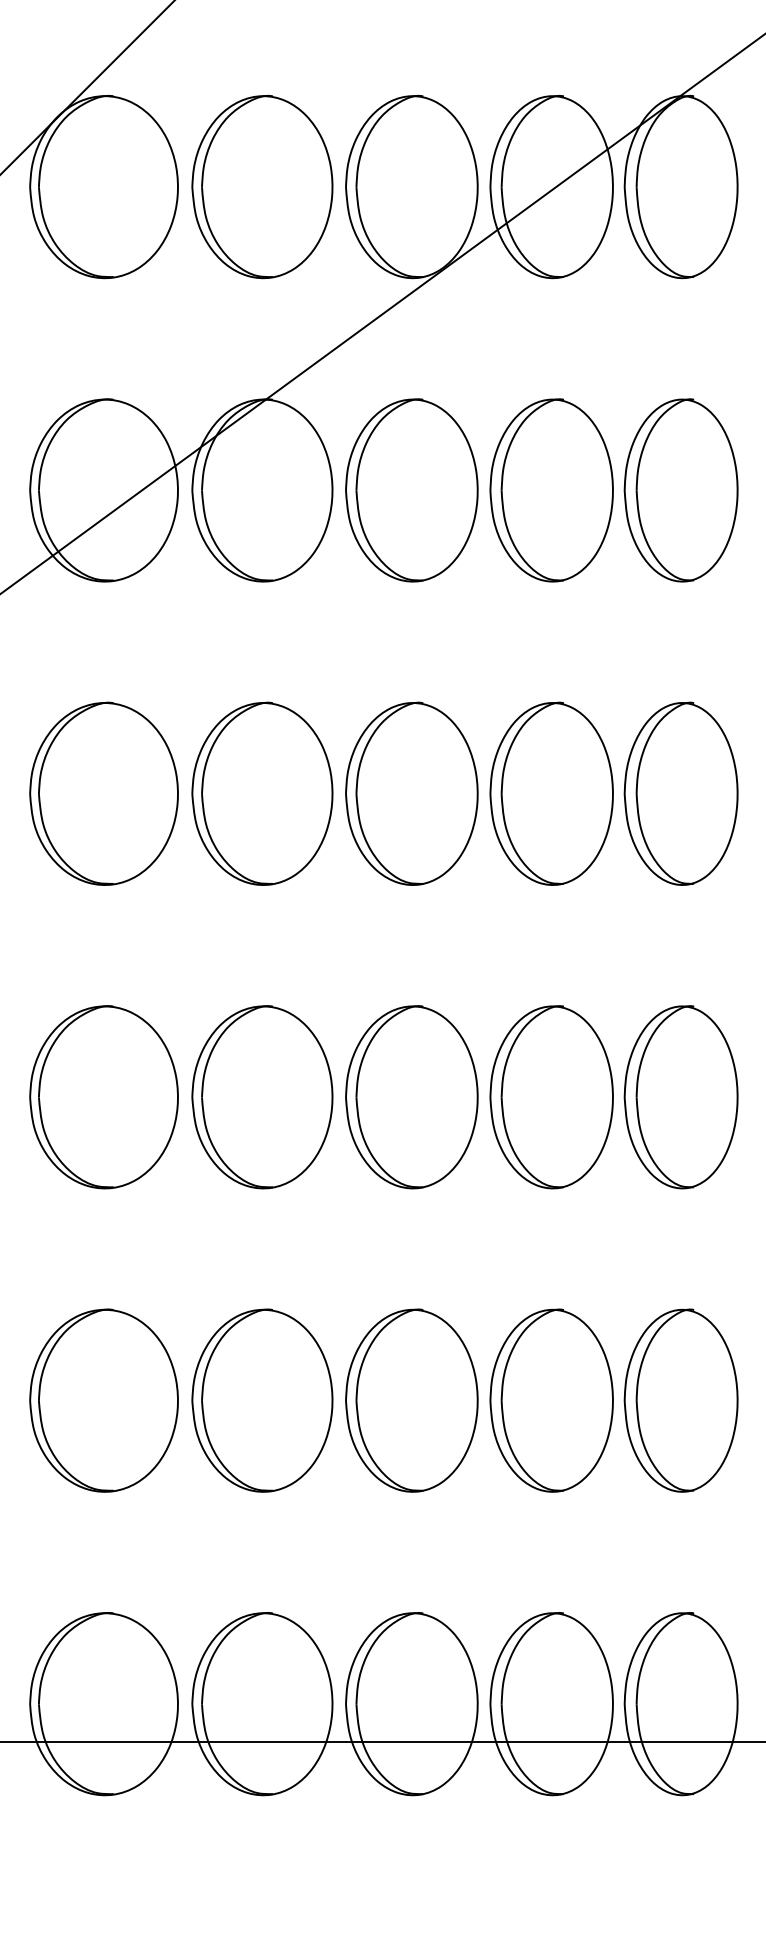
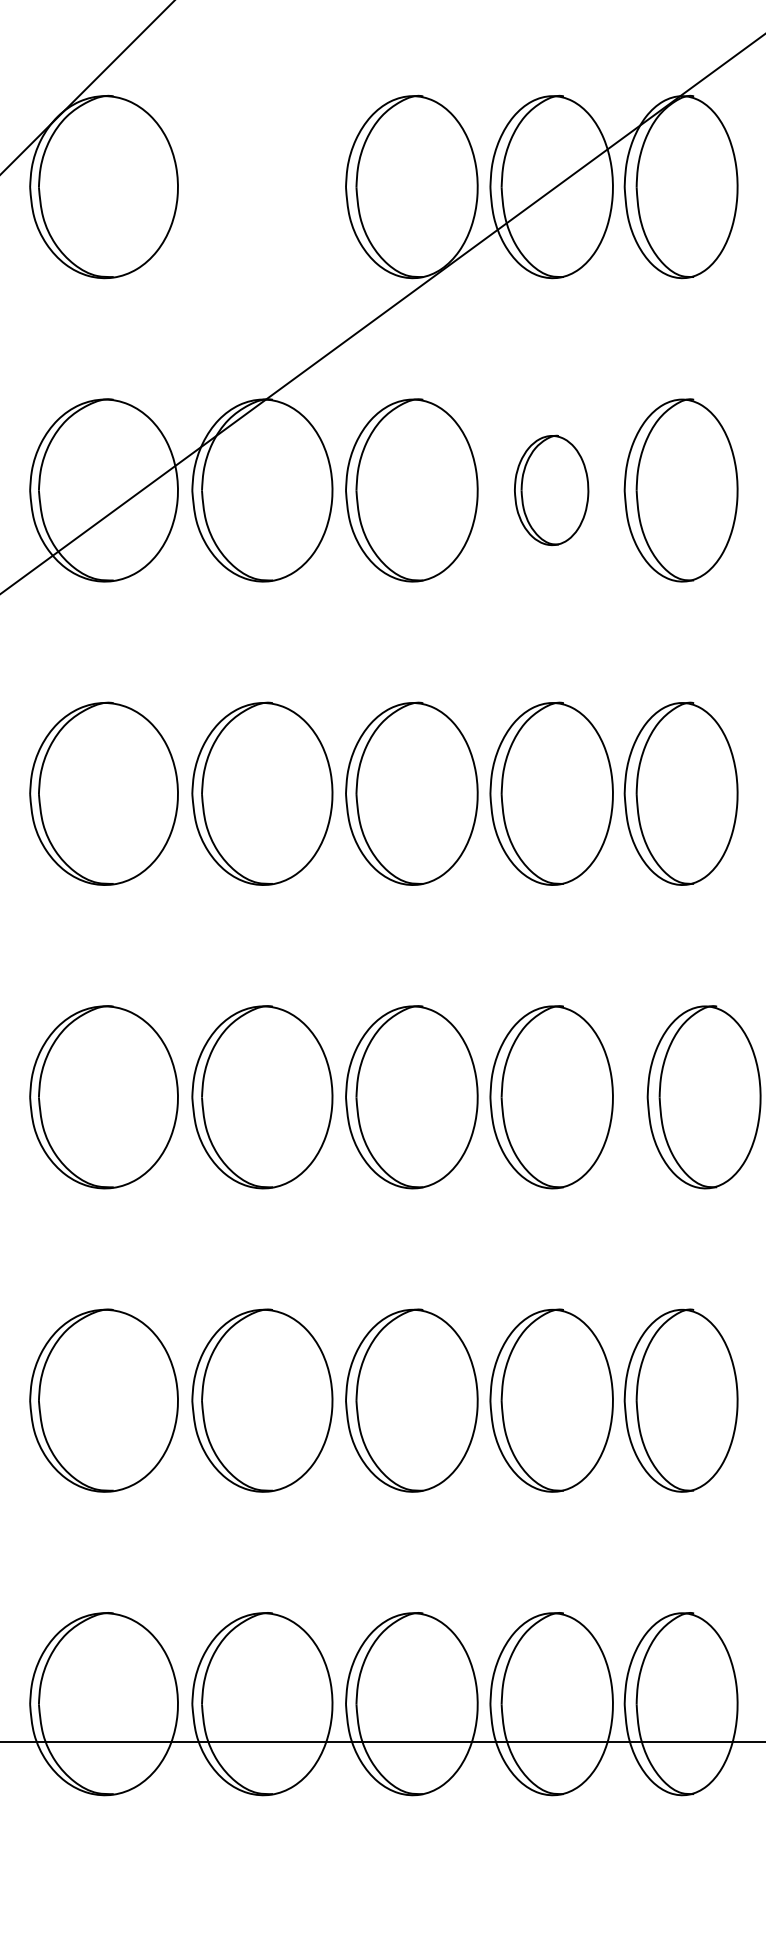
part at (262, 187): present -> none
part at (551, 490) size: 125x185 px -> 76x112 px
part at (680, 1097) position: (680, 1097) -> (703, 1097)
